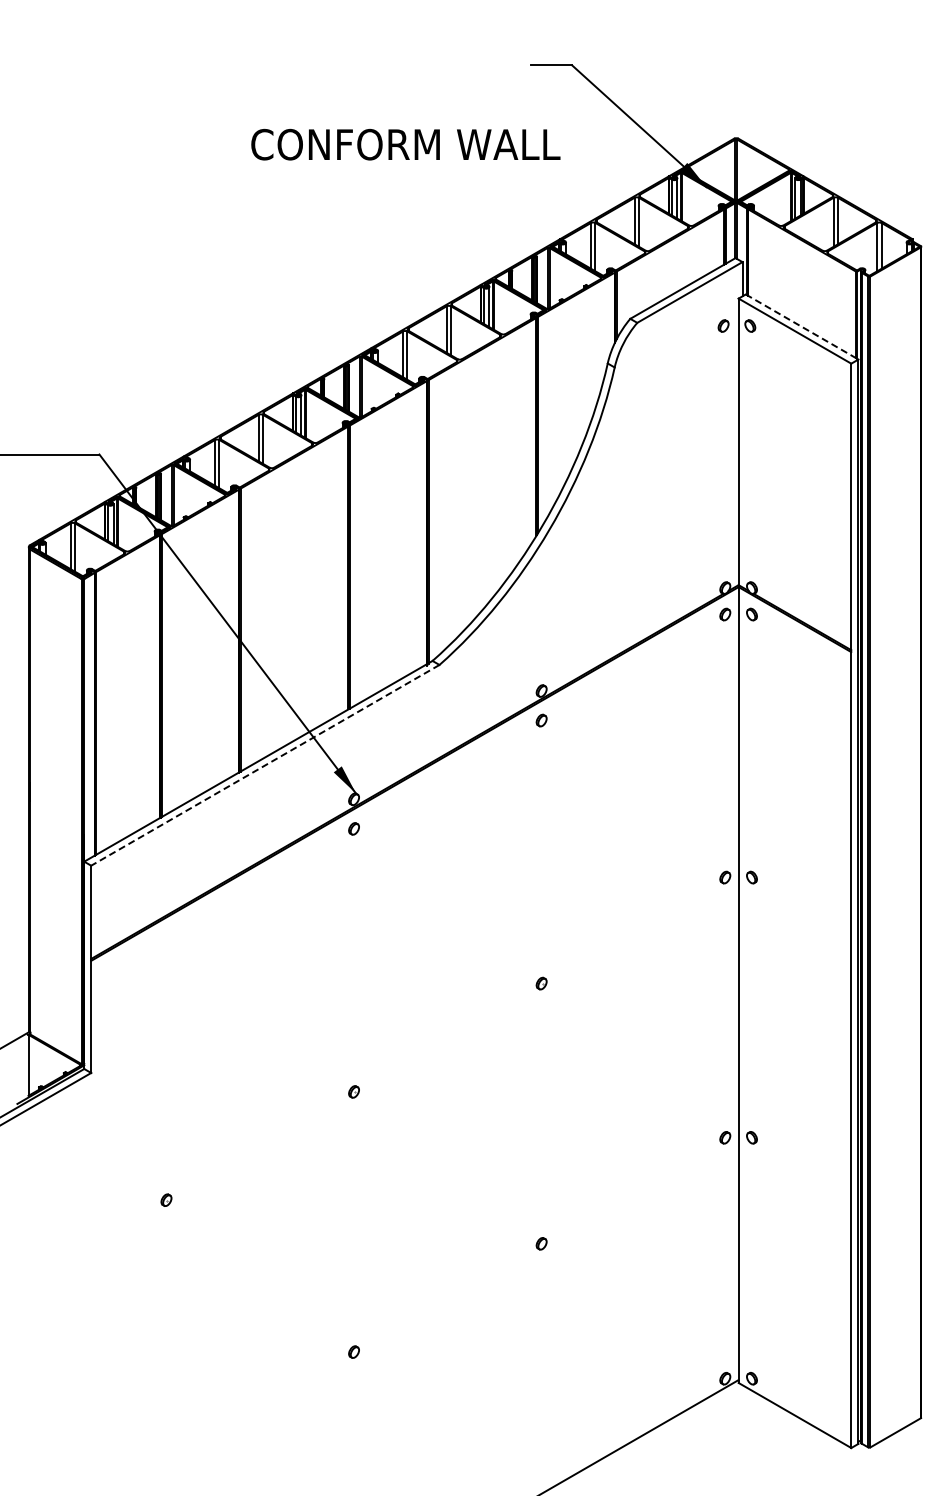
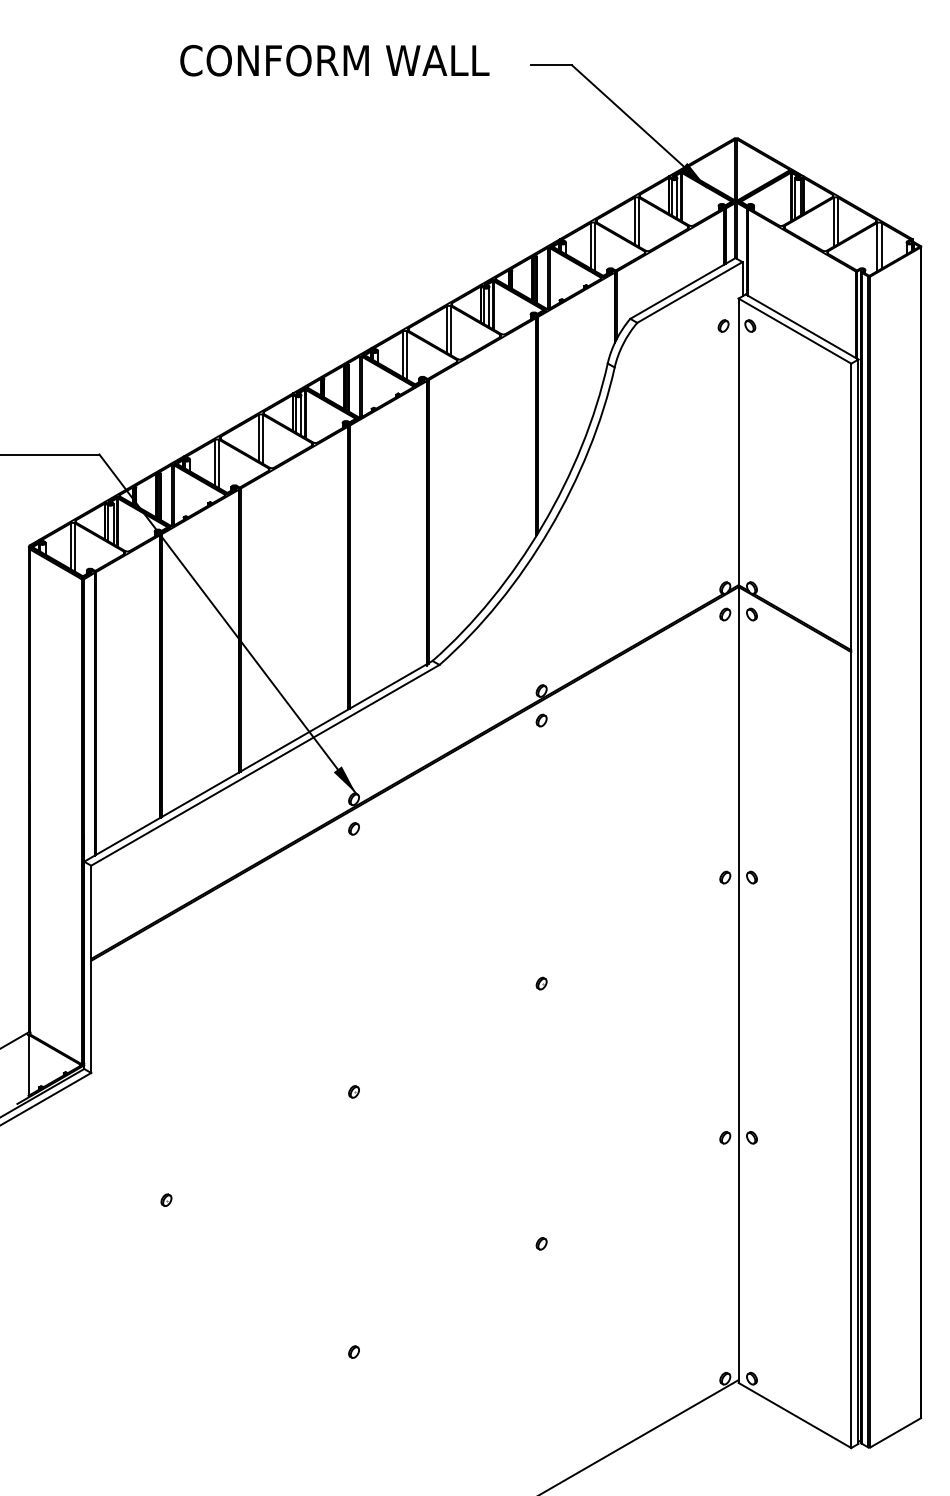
text at (405, 144) position: (405, 144) -> (334, 60)
line at (802, 327): dashed -> solid
line at (264, 765): dashed -> solid
